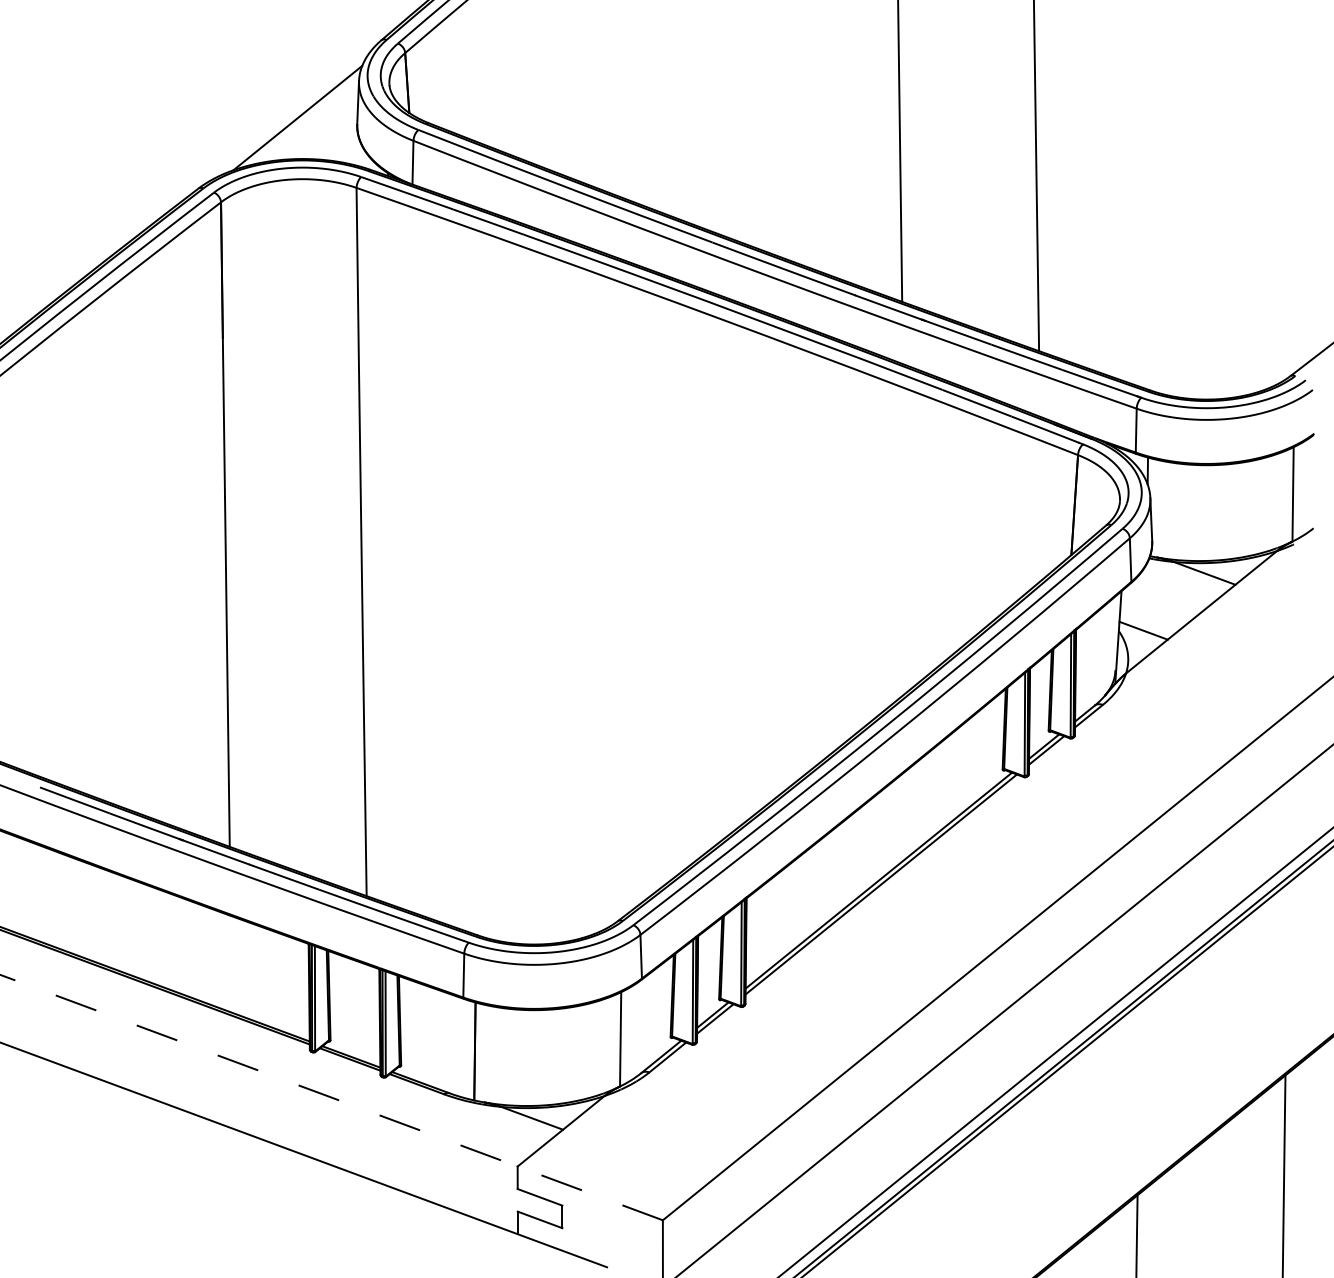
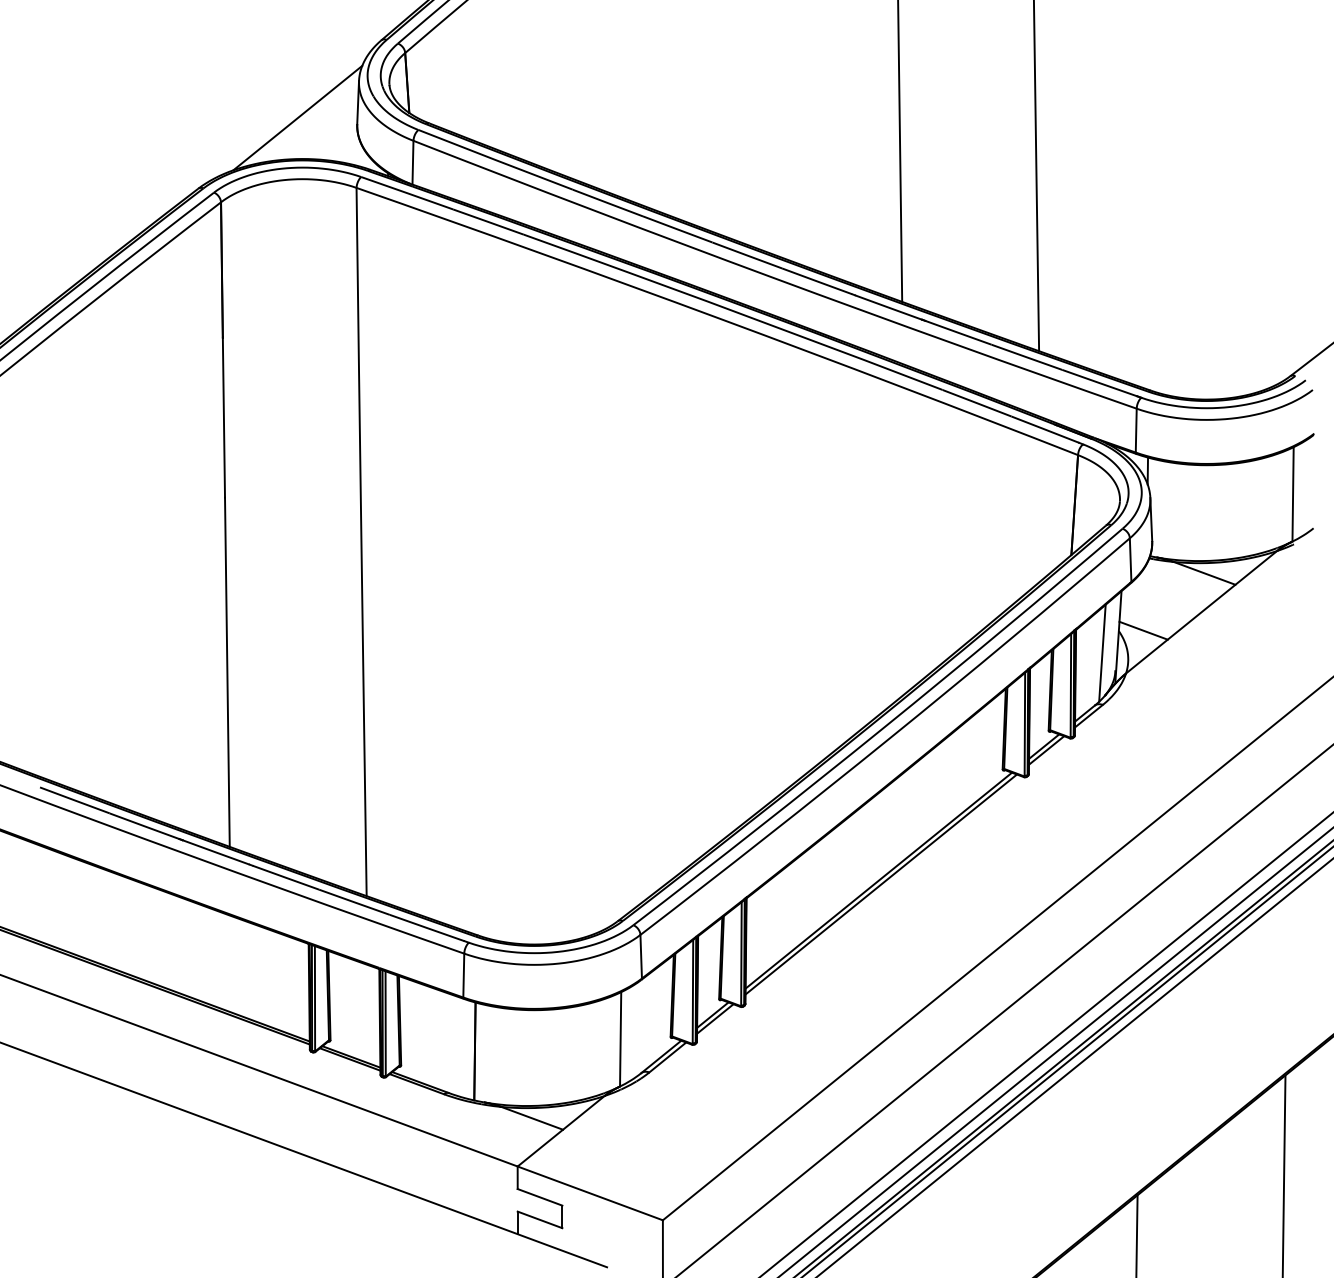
line at (1102, 652): none -> present
line at (1046, 1044): none -> present
line at (1074, 1067): none -> present
line at (331, 1097): dashed -> solid
